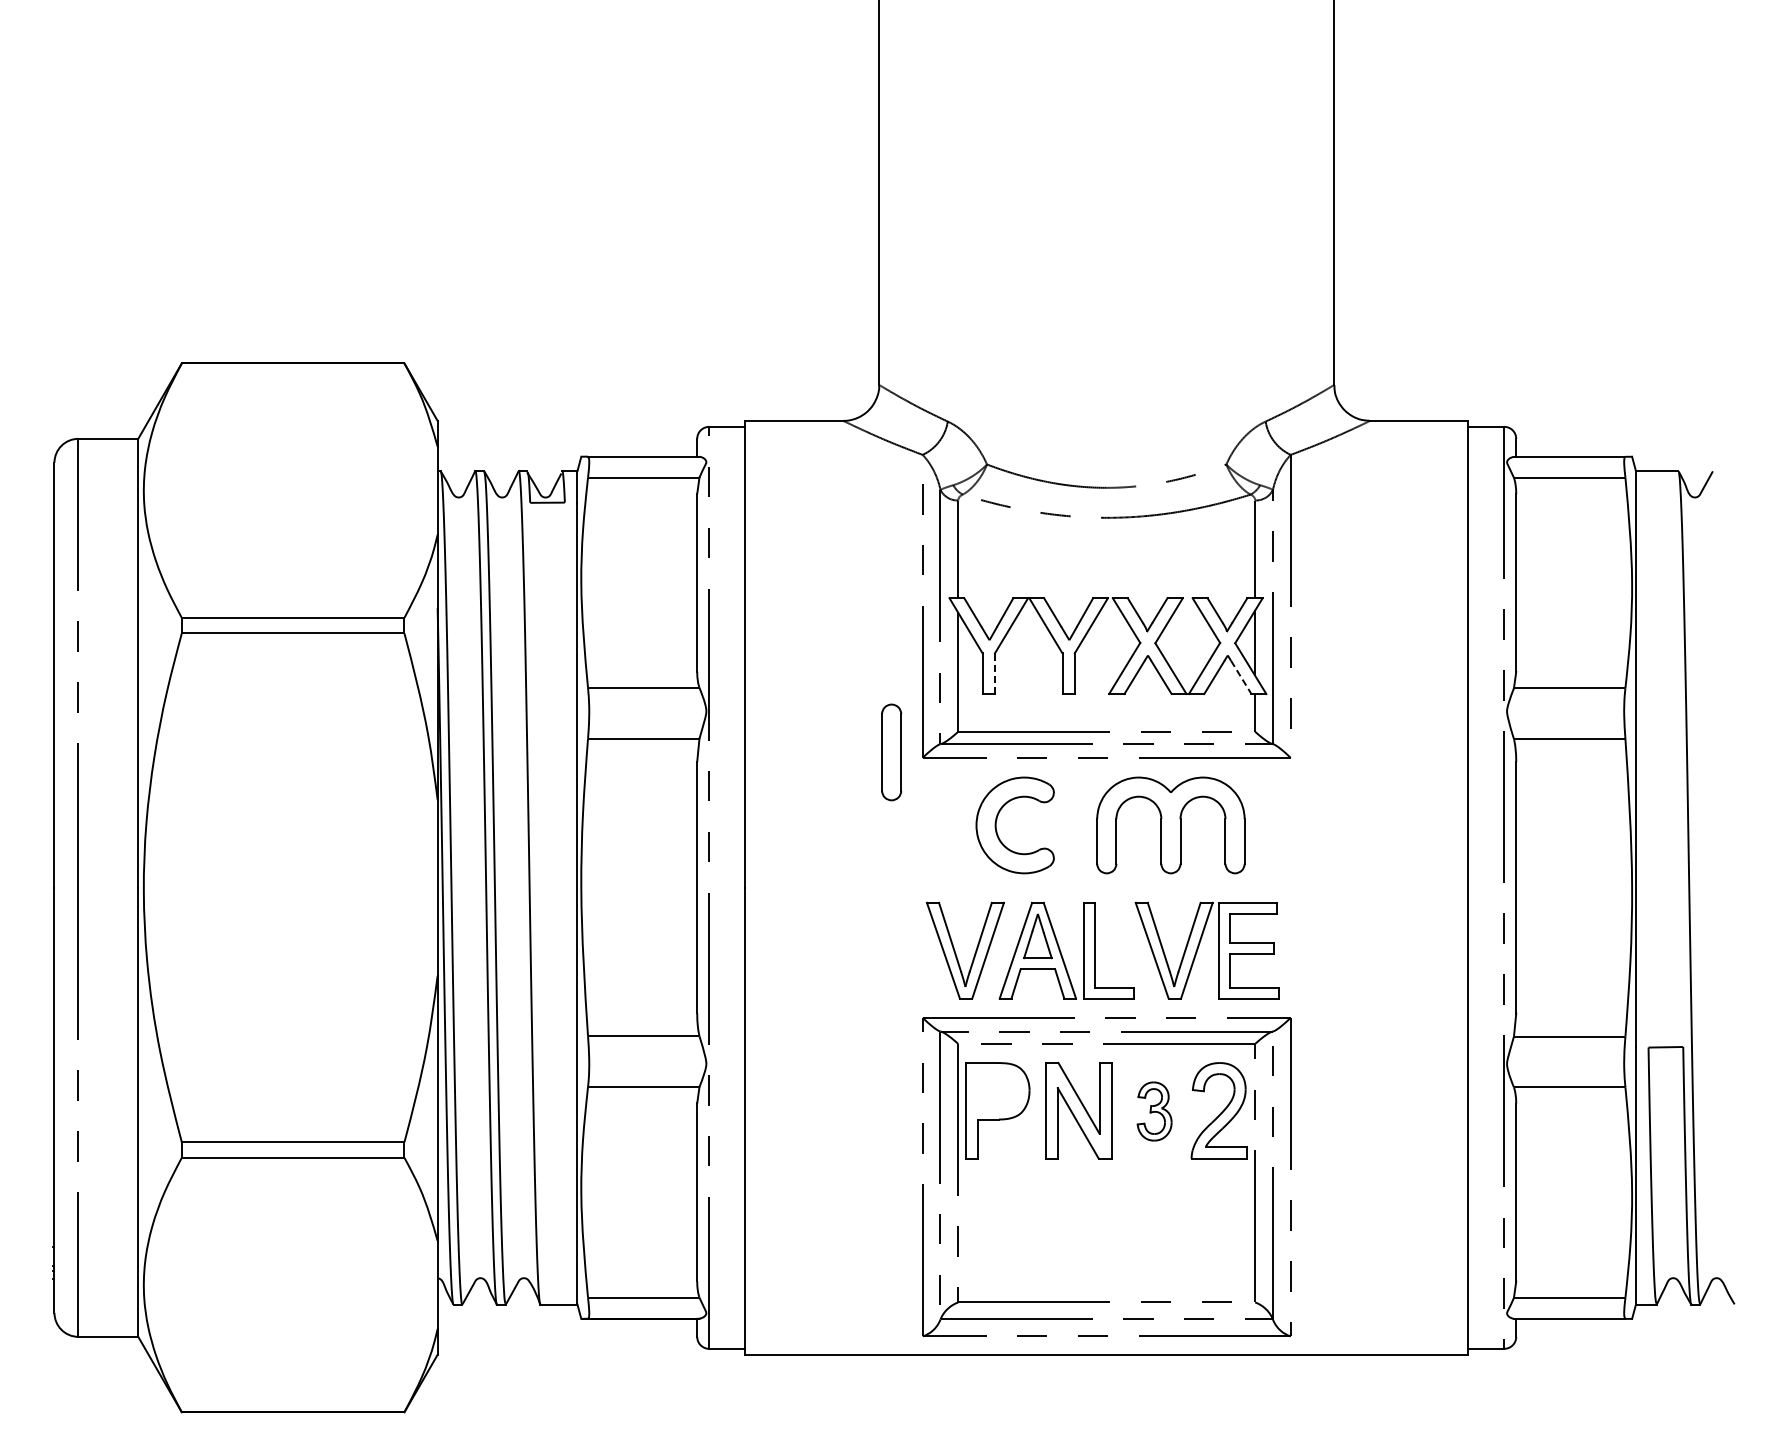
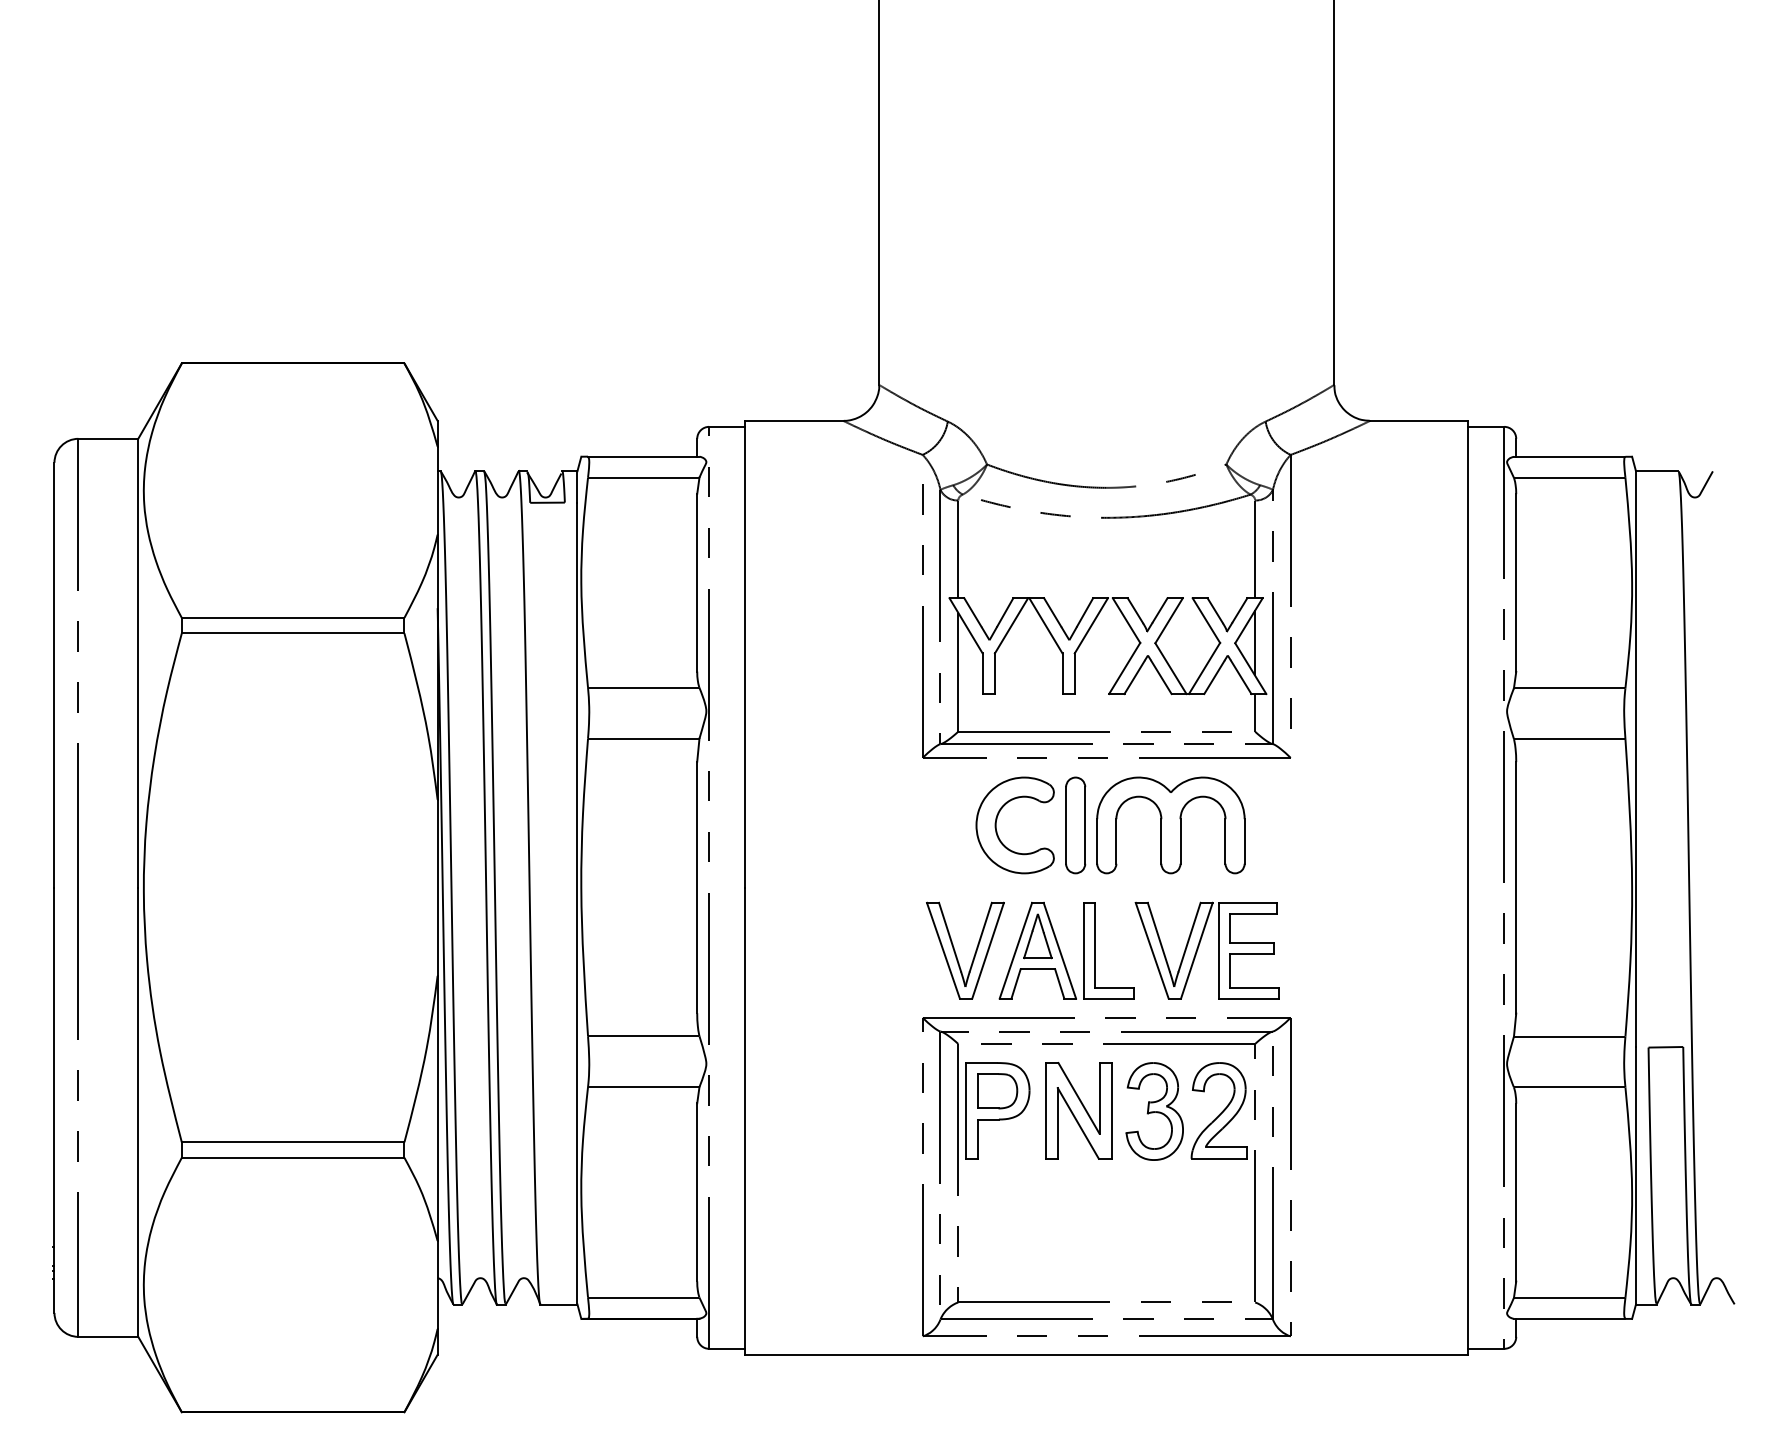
line at (994, 673): dashed -> solid
line at (1241, 677): dashed -> solid
part at (891, 752) position: (891, 752) -> (1075, 825)
part at (997, 1091): none -> present
part at (1154, 1111) size: 37x61 px -> 59x99 px
